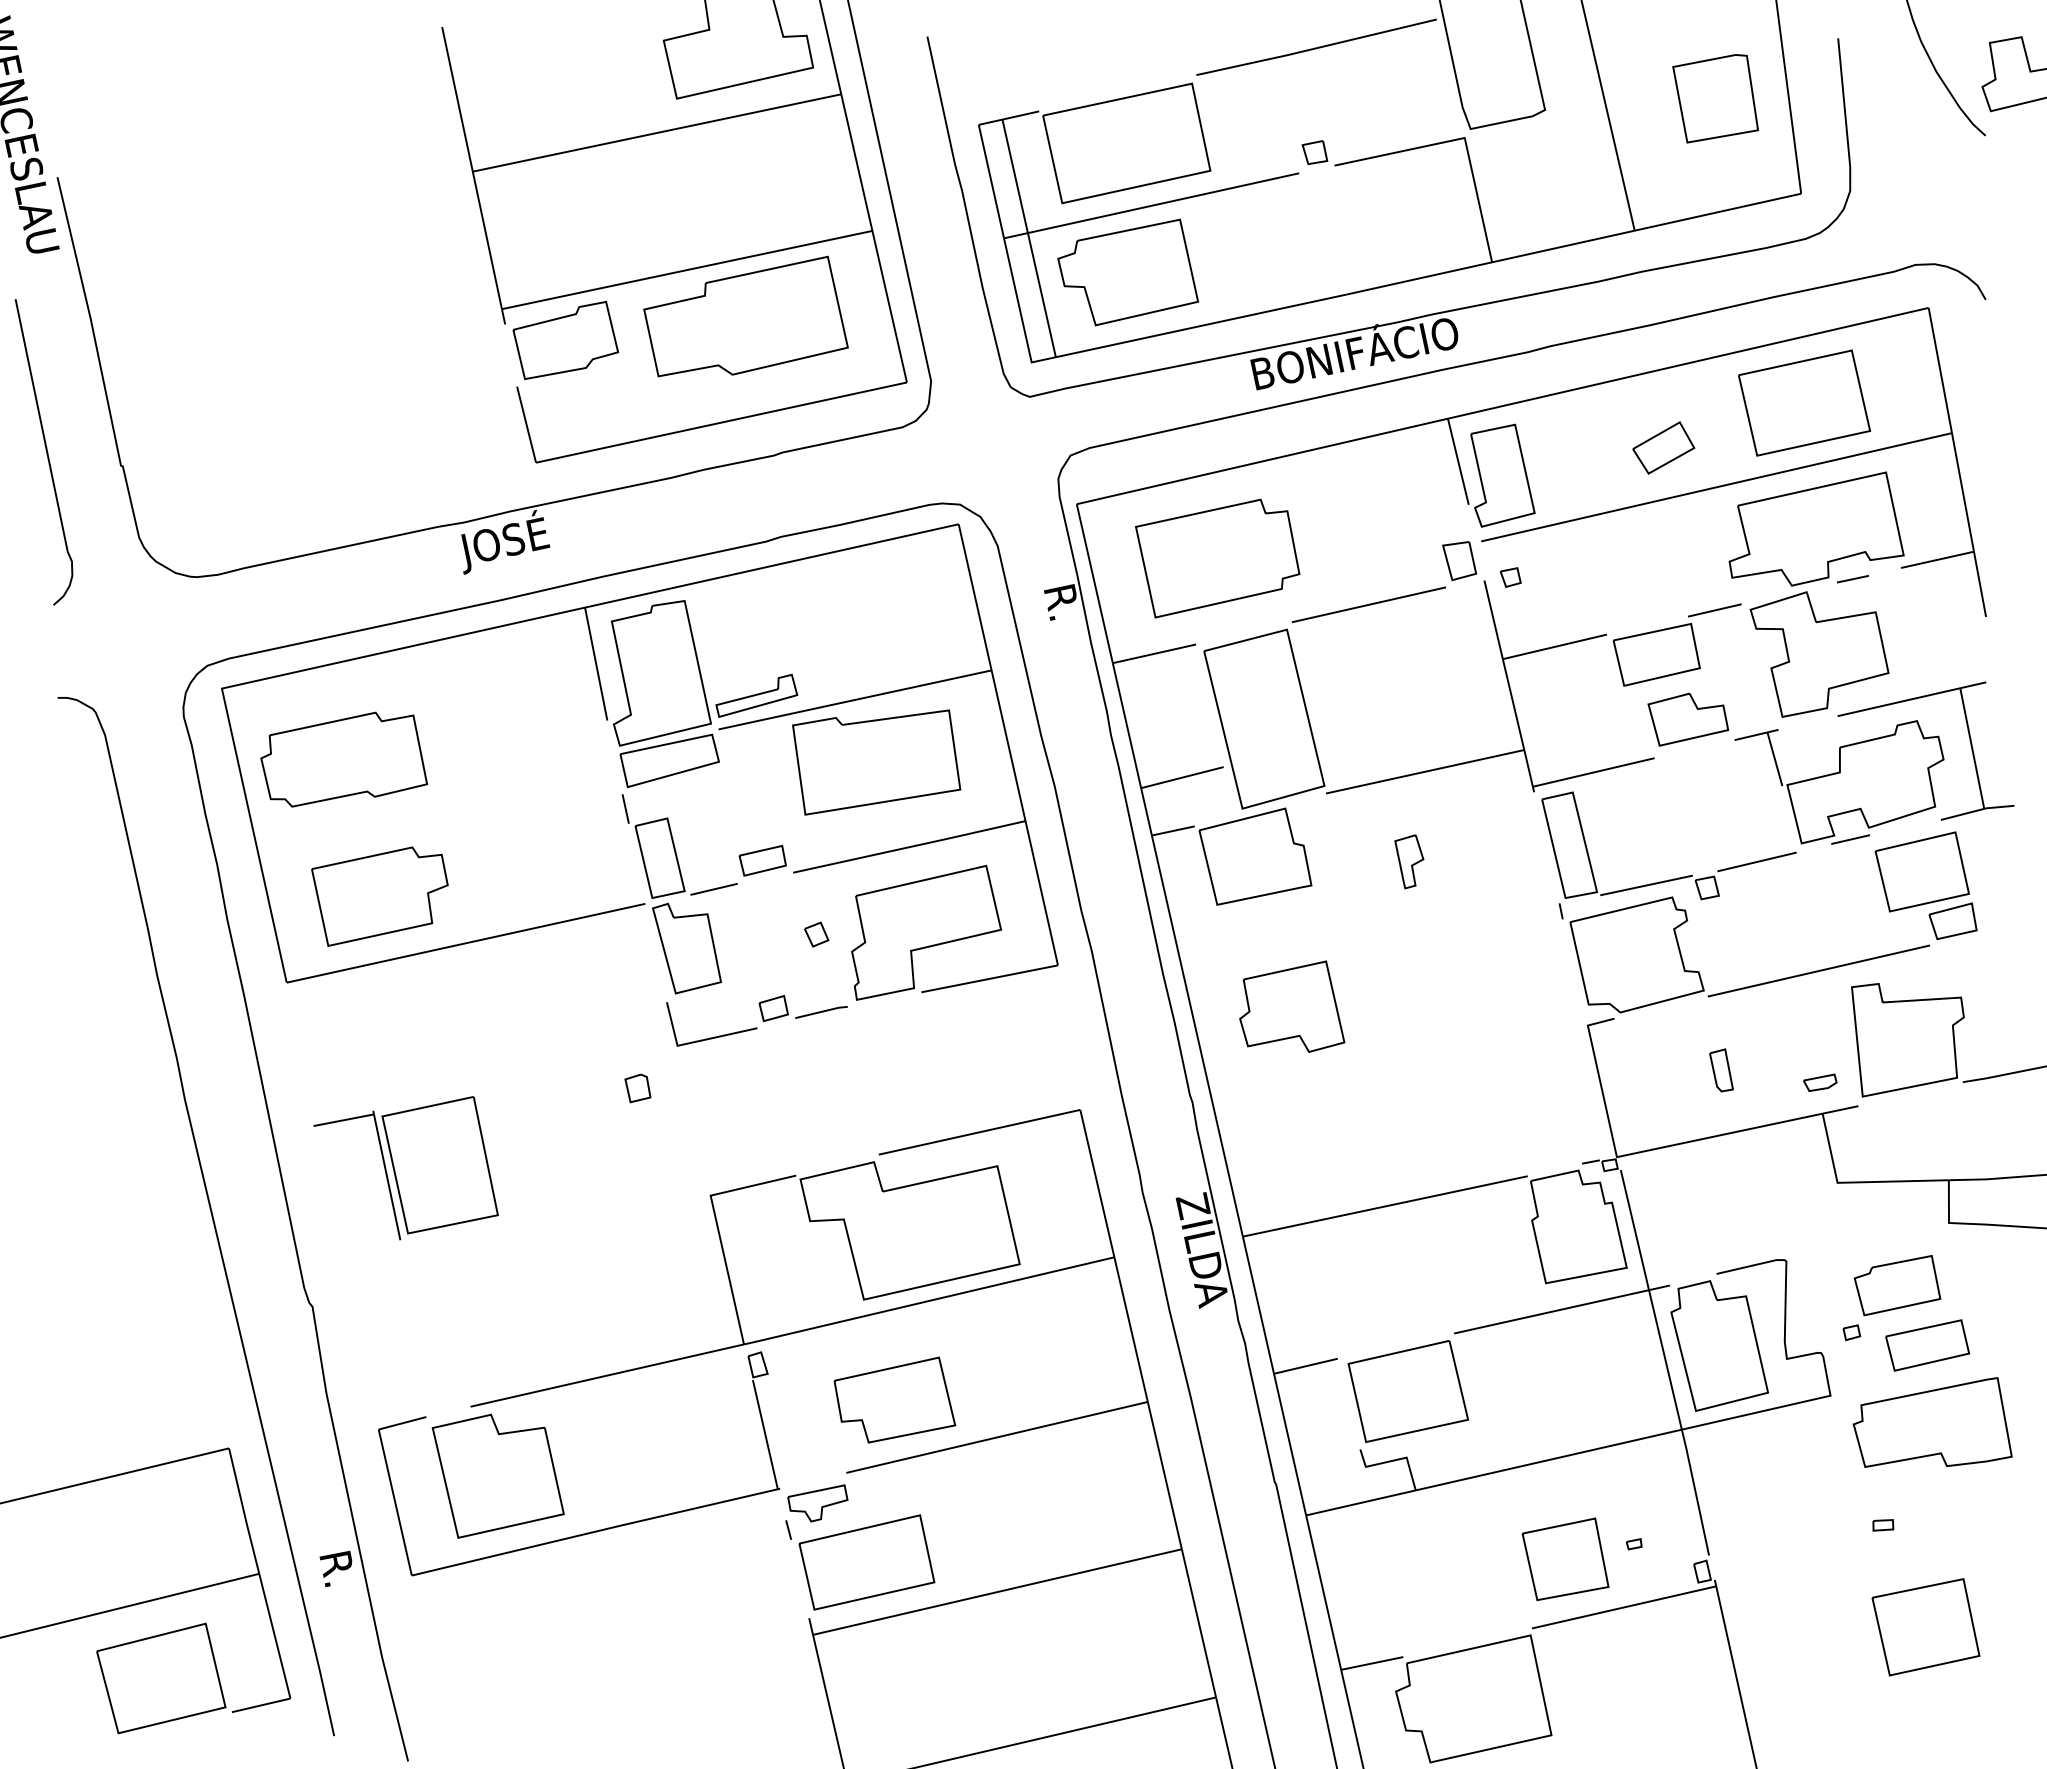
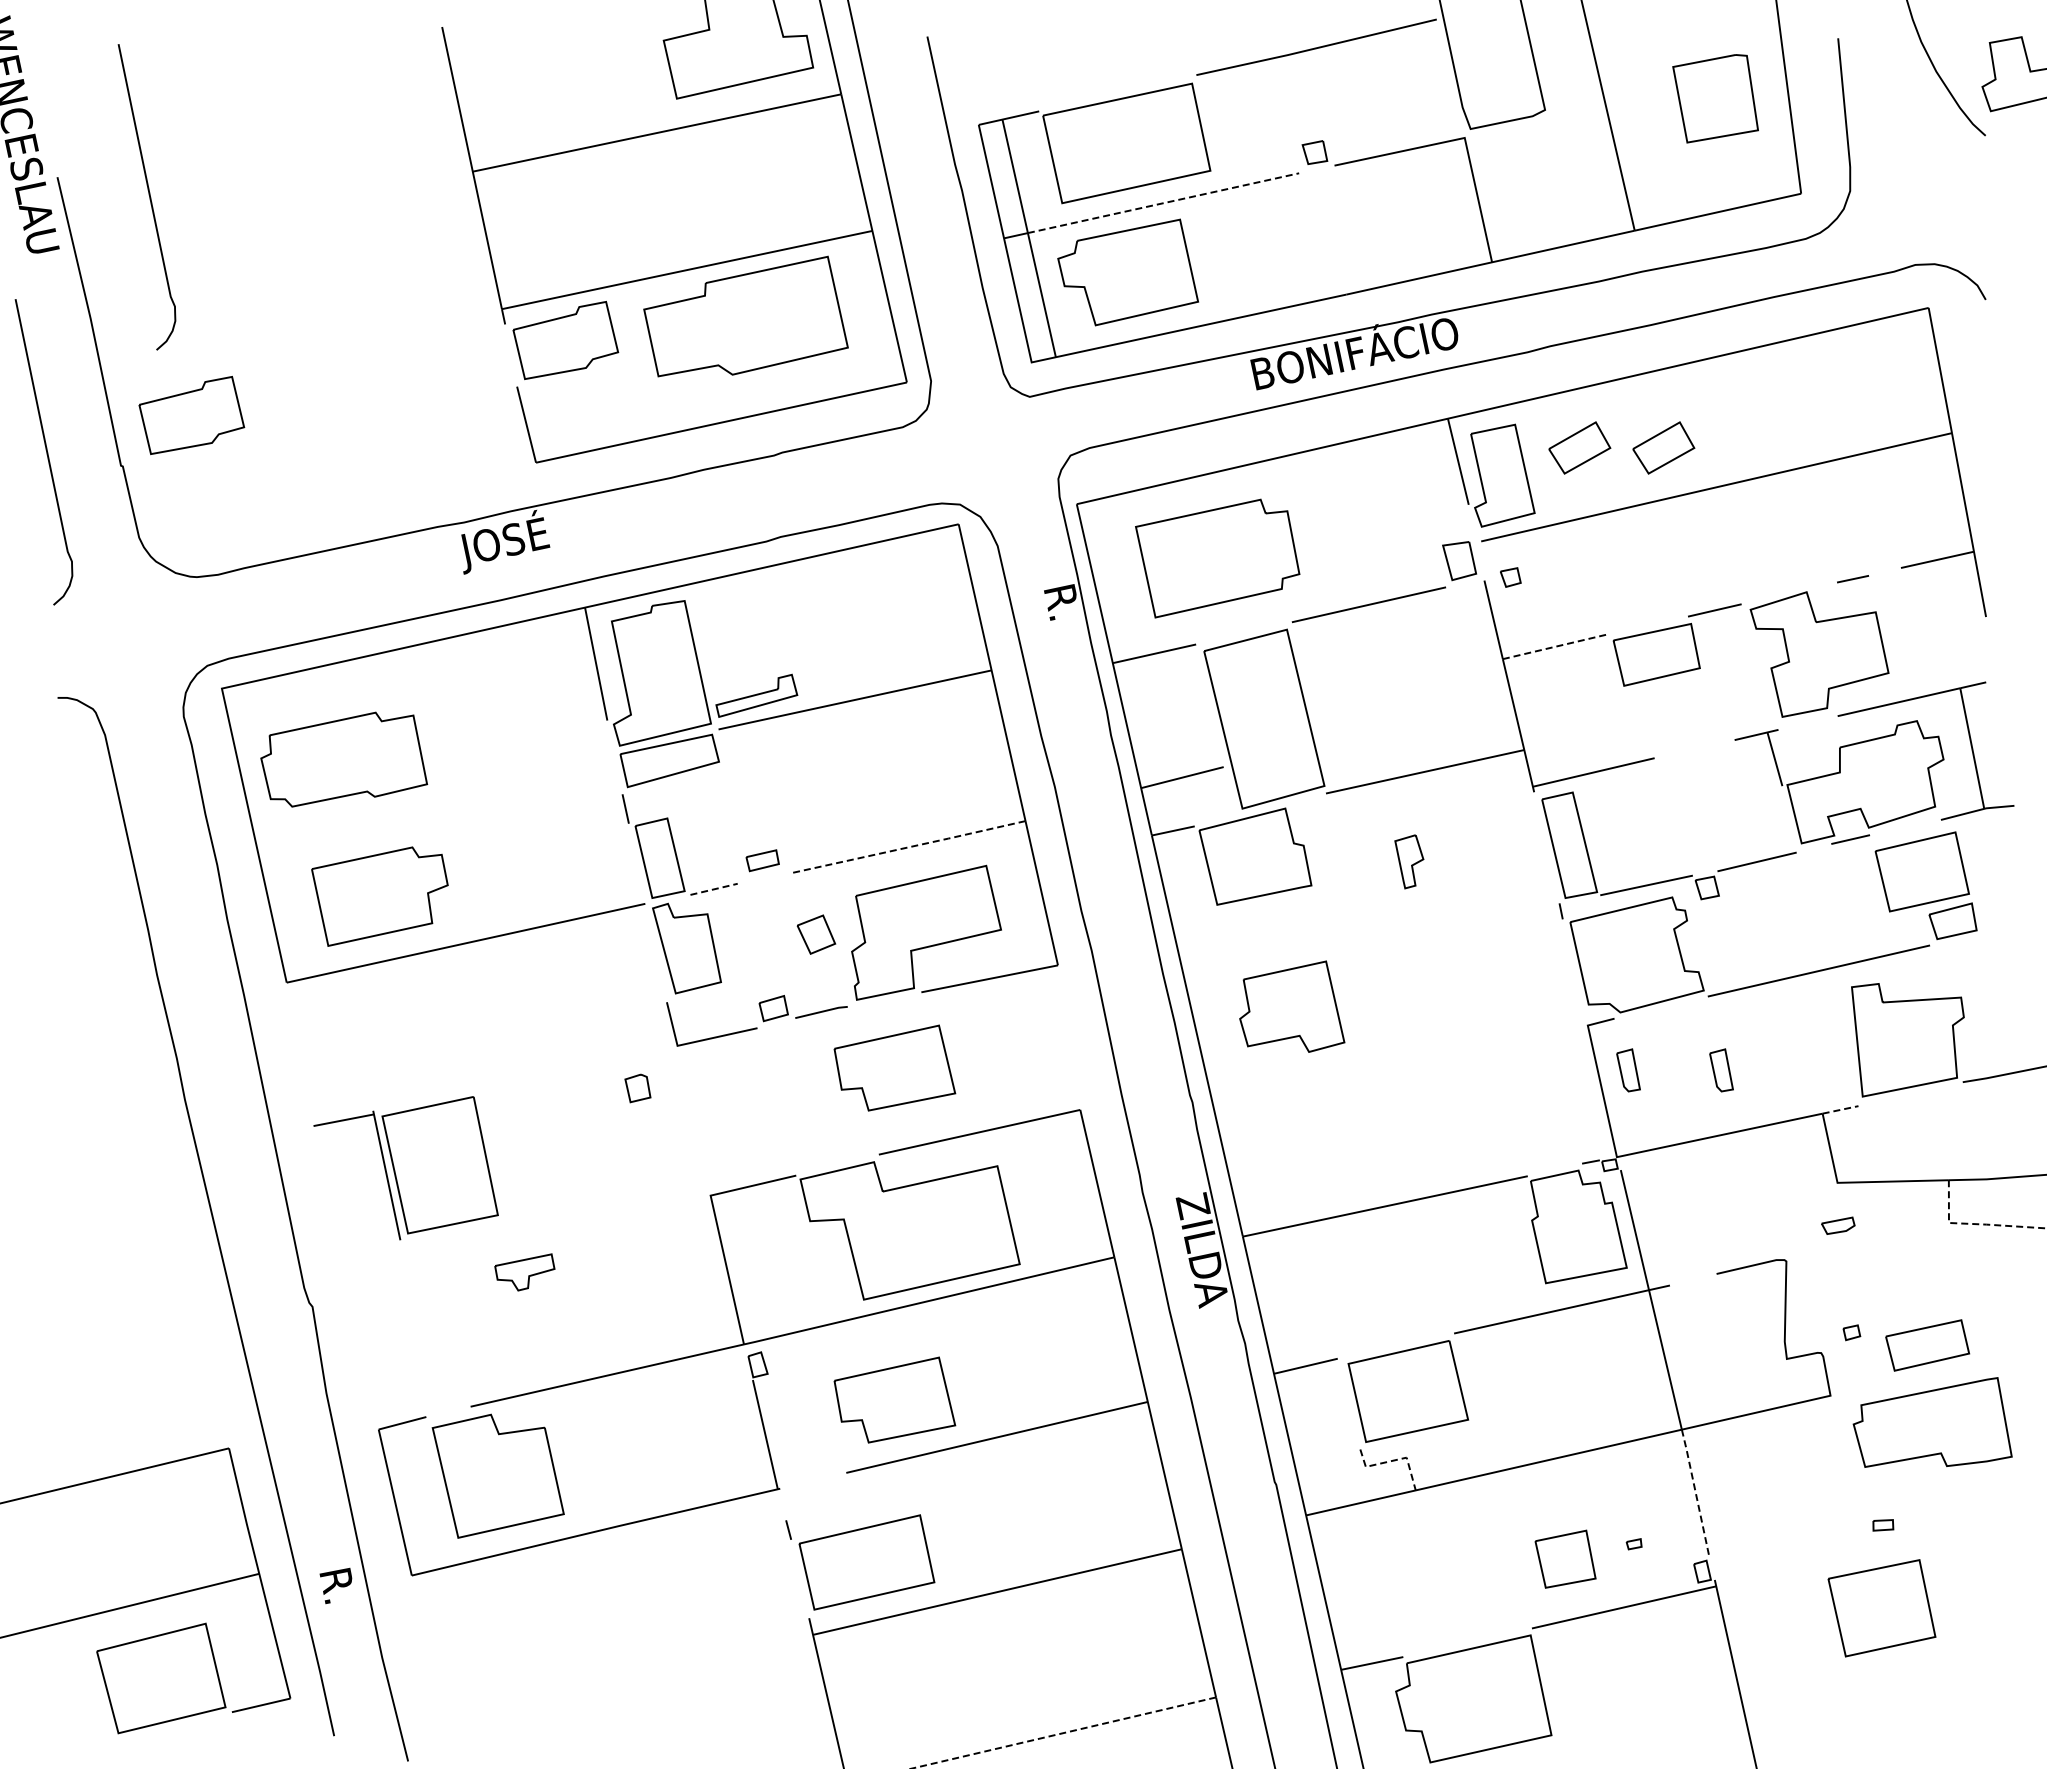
curve at (148, 195): none -> present
line at (1163, 203): solid -> dashed
part at (1804, 402): present -> none
part at (191, 415): none -> present
part at (1579, 447): none -> present
part at (1816, 528): present -> none
line at (1554, 646): solid -> dashed
part at (1688, 719): present -> none
part at (876, 762): present -> none
line at (910, 847): solid -> dashed
part at (762, 860) size: 49x33 px -> 35x24 px
line at (714, 889): solid -> dashed
part at (816, 934) size: 26x27 px -> 41x41 px
part at (894, 1067): none -> present
part at (1628, 1070): none -> present
part at (1820, 1082) position: (1820, 1082) -> (1838, 1225)
line at (1841, 1109): solid -> dashed
line at (1976, 1224): solid -> dashed
part at (1897, 1285): present -> none
part at (1719, 1345): present -> none
line at (1394, 1460): solid -> dashed
line at (1695, 1492): solid -> dashed
part at (817, 1503) position: (817, 1503) -> (524, 1272)
part at (1565, 1558) size: 89x84 px -> 63x60 px
text at (335, 1568) position: (335, 1568) -> (335, 1585)
part at (1925, 1627) position: (1925, 1627) -> (1881, 1608)
line at (1063, 1733): solid -> dashed
